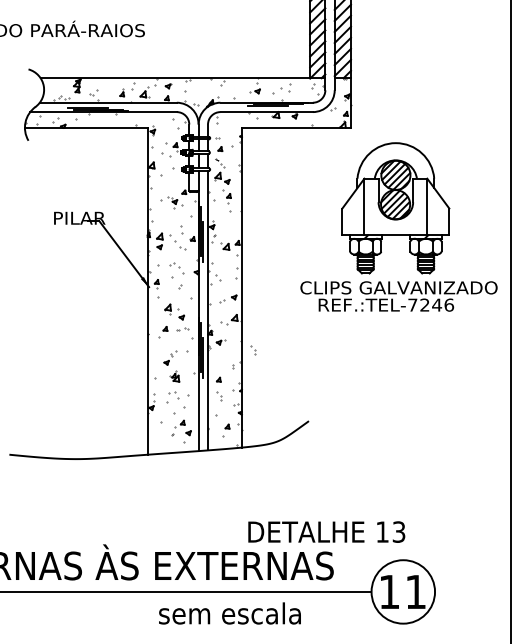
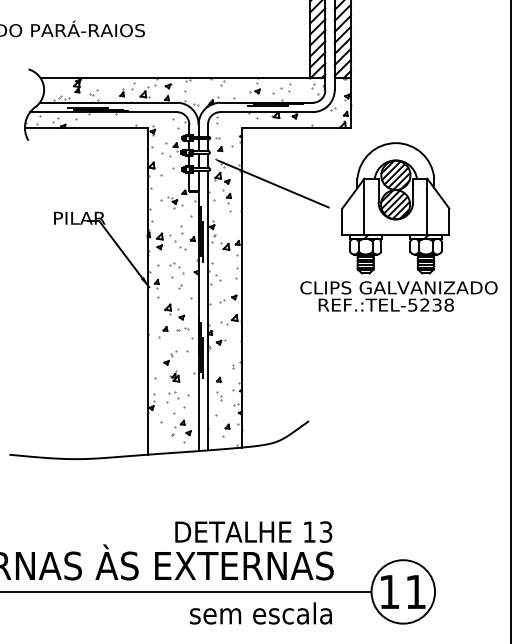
line at (273, 184): none -> present
text at (431, 304): REF.:TEL-7246 -> REF.:TEL-5238
part at (253, 350): present -> none
text at (326, 531) position: (326, 531) -> (253, 531)
text at (229, 613) position: (229, 613) -> (260, 613)
